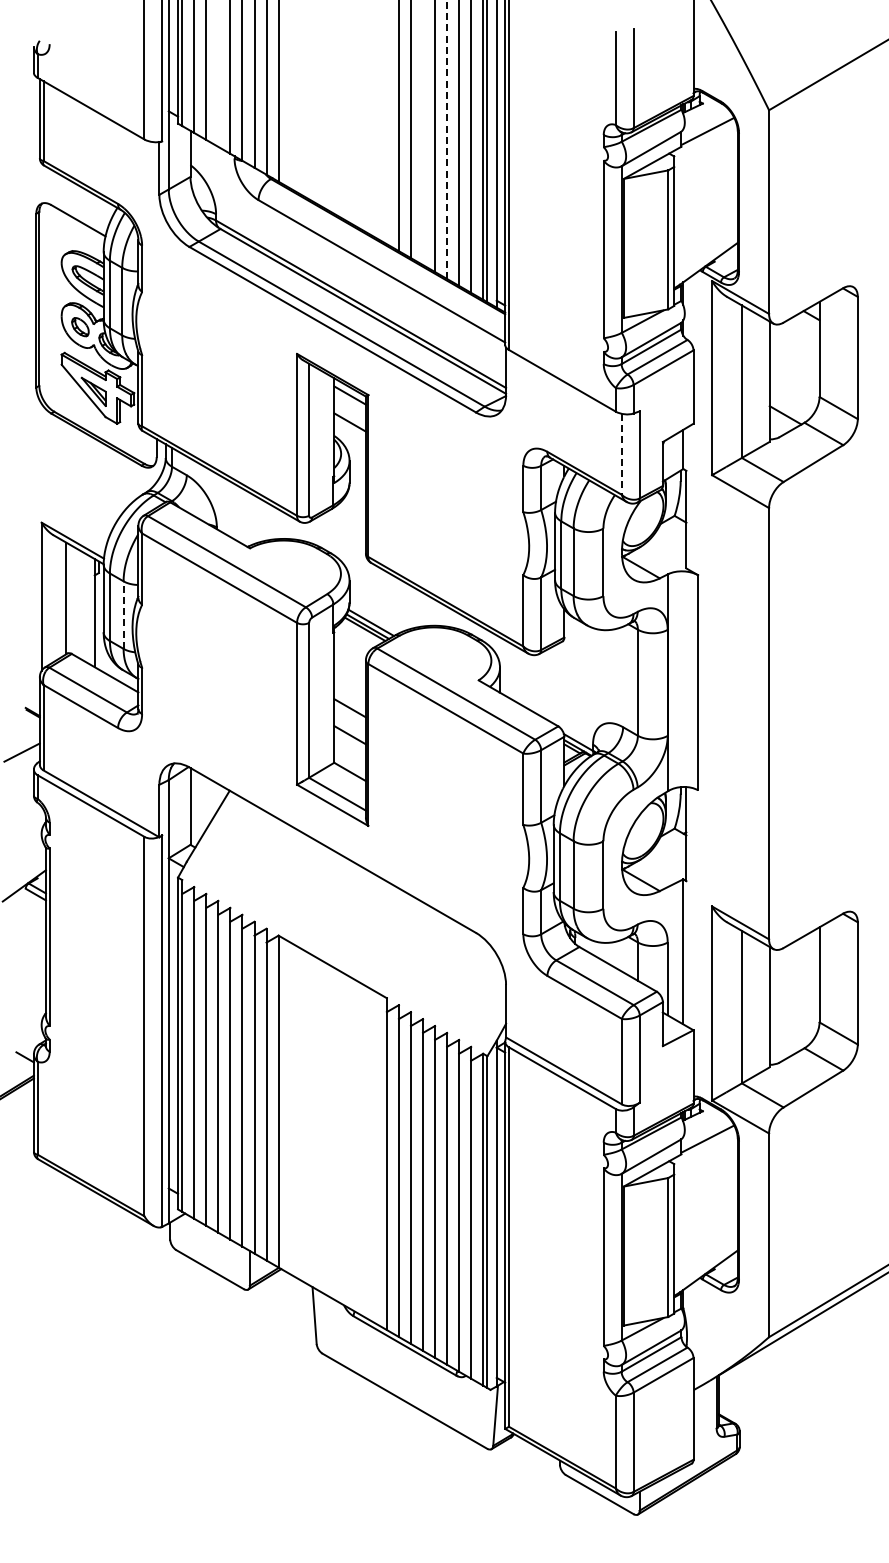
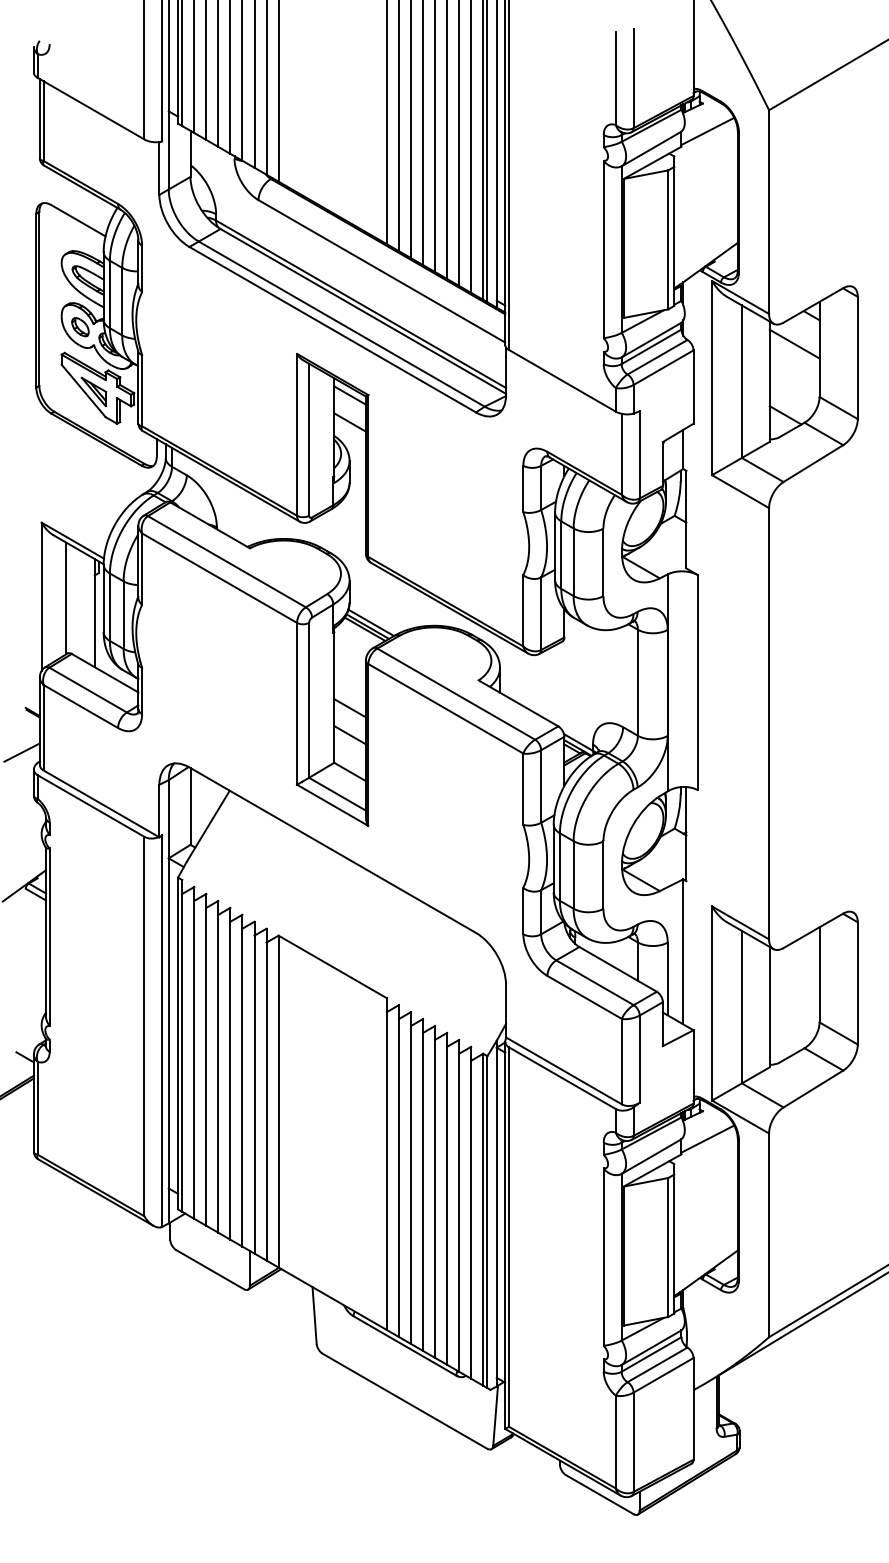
line at (218, 74): none -> present
line at (386, 123): none -> present
line at (423, 133): none -> present
line at (447, 139): dashed -> solid
line at (794, 343): none -> present
line at (621, 454): dashed -> solid
line at (123, 615): dashed -> solid
